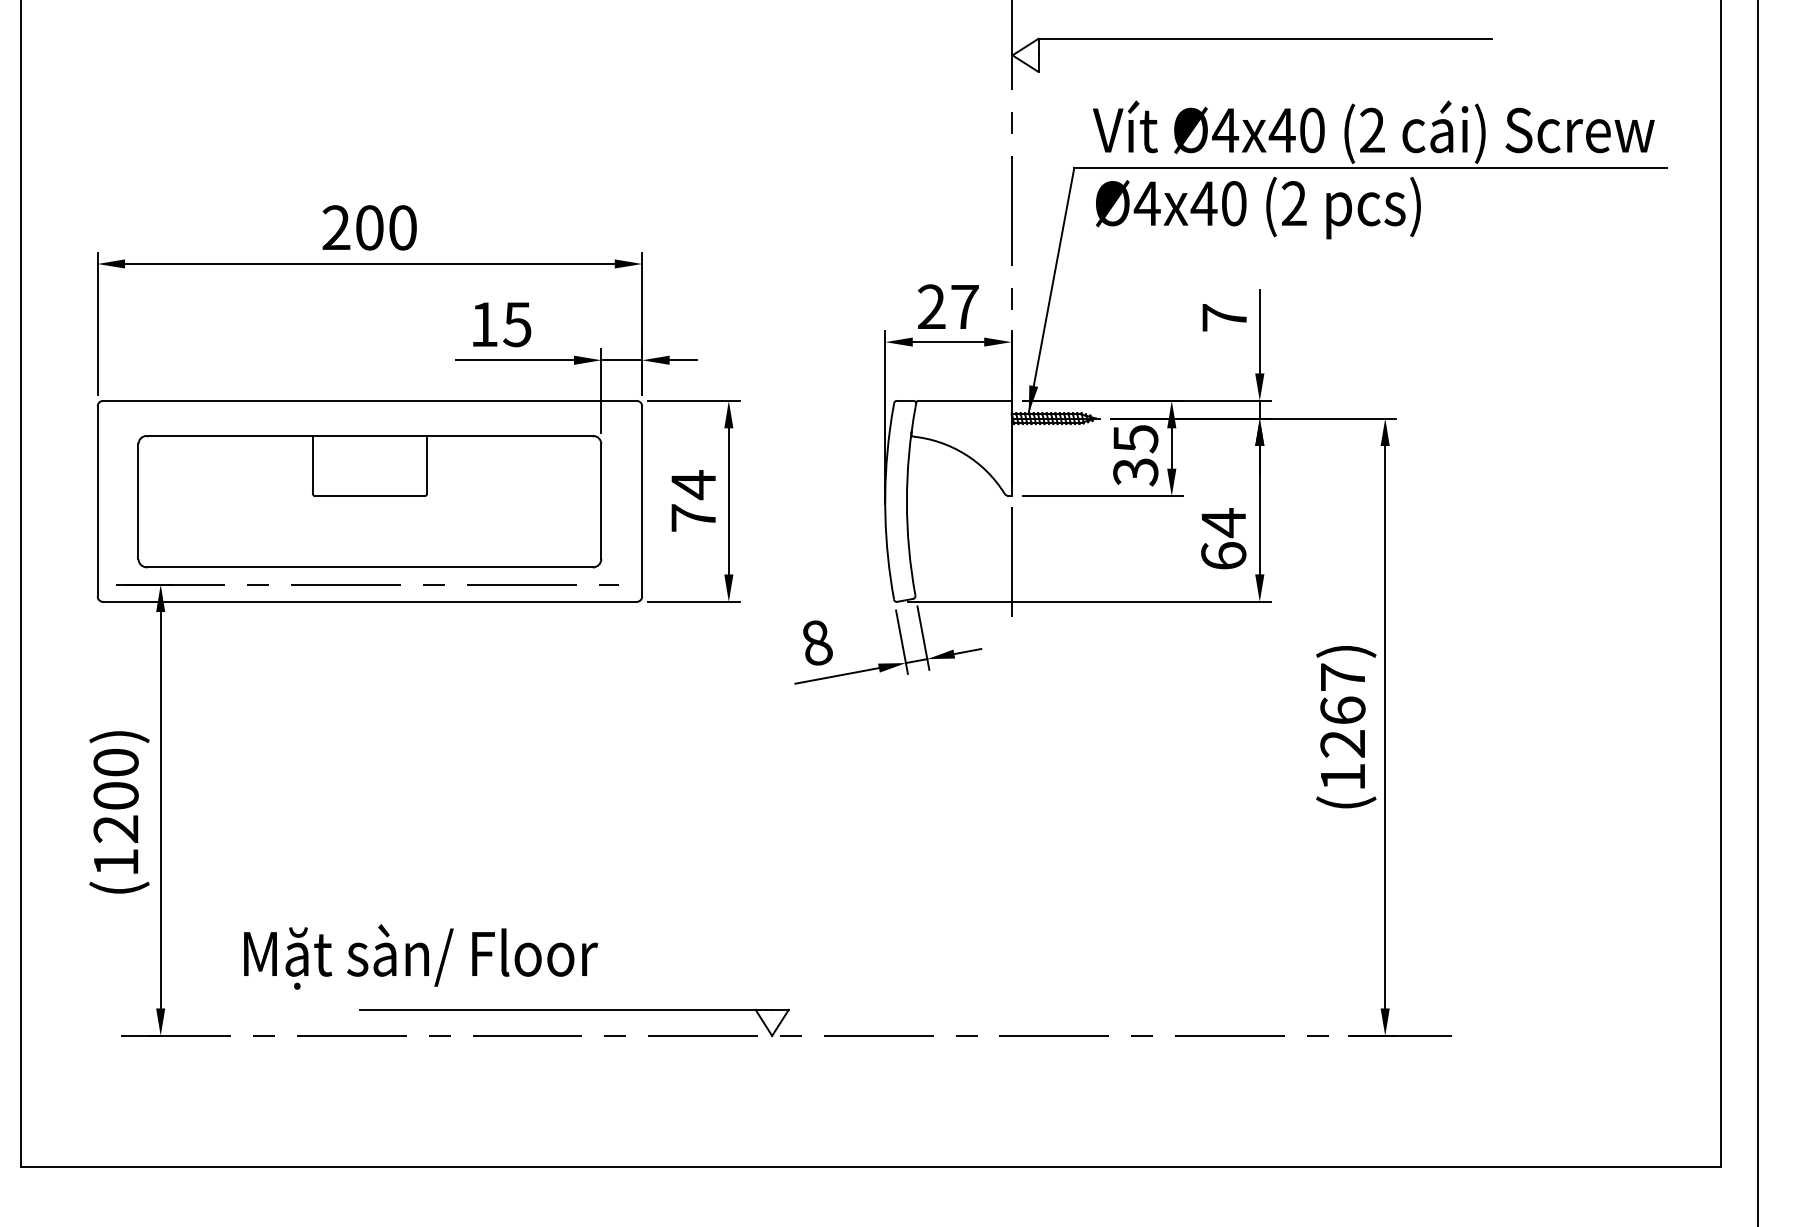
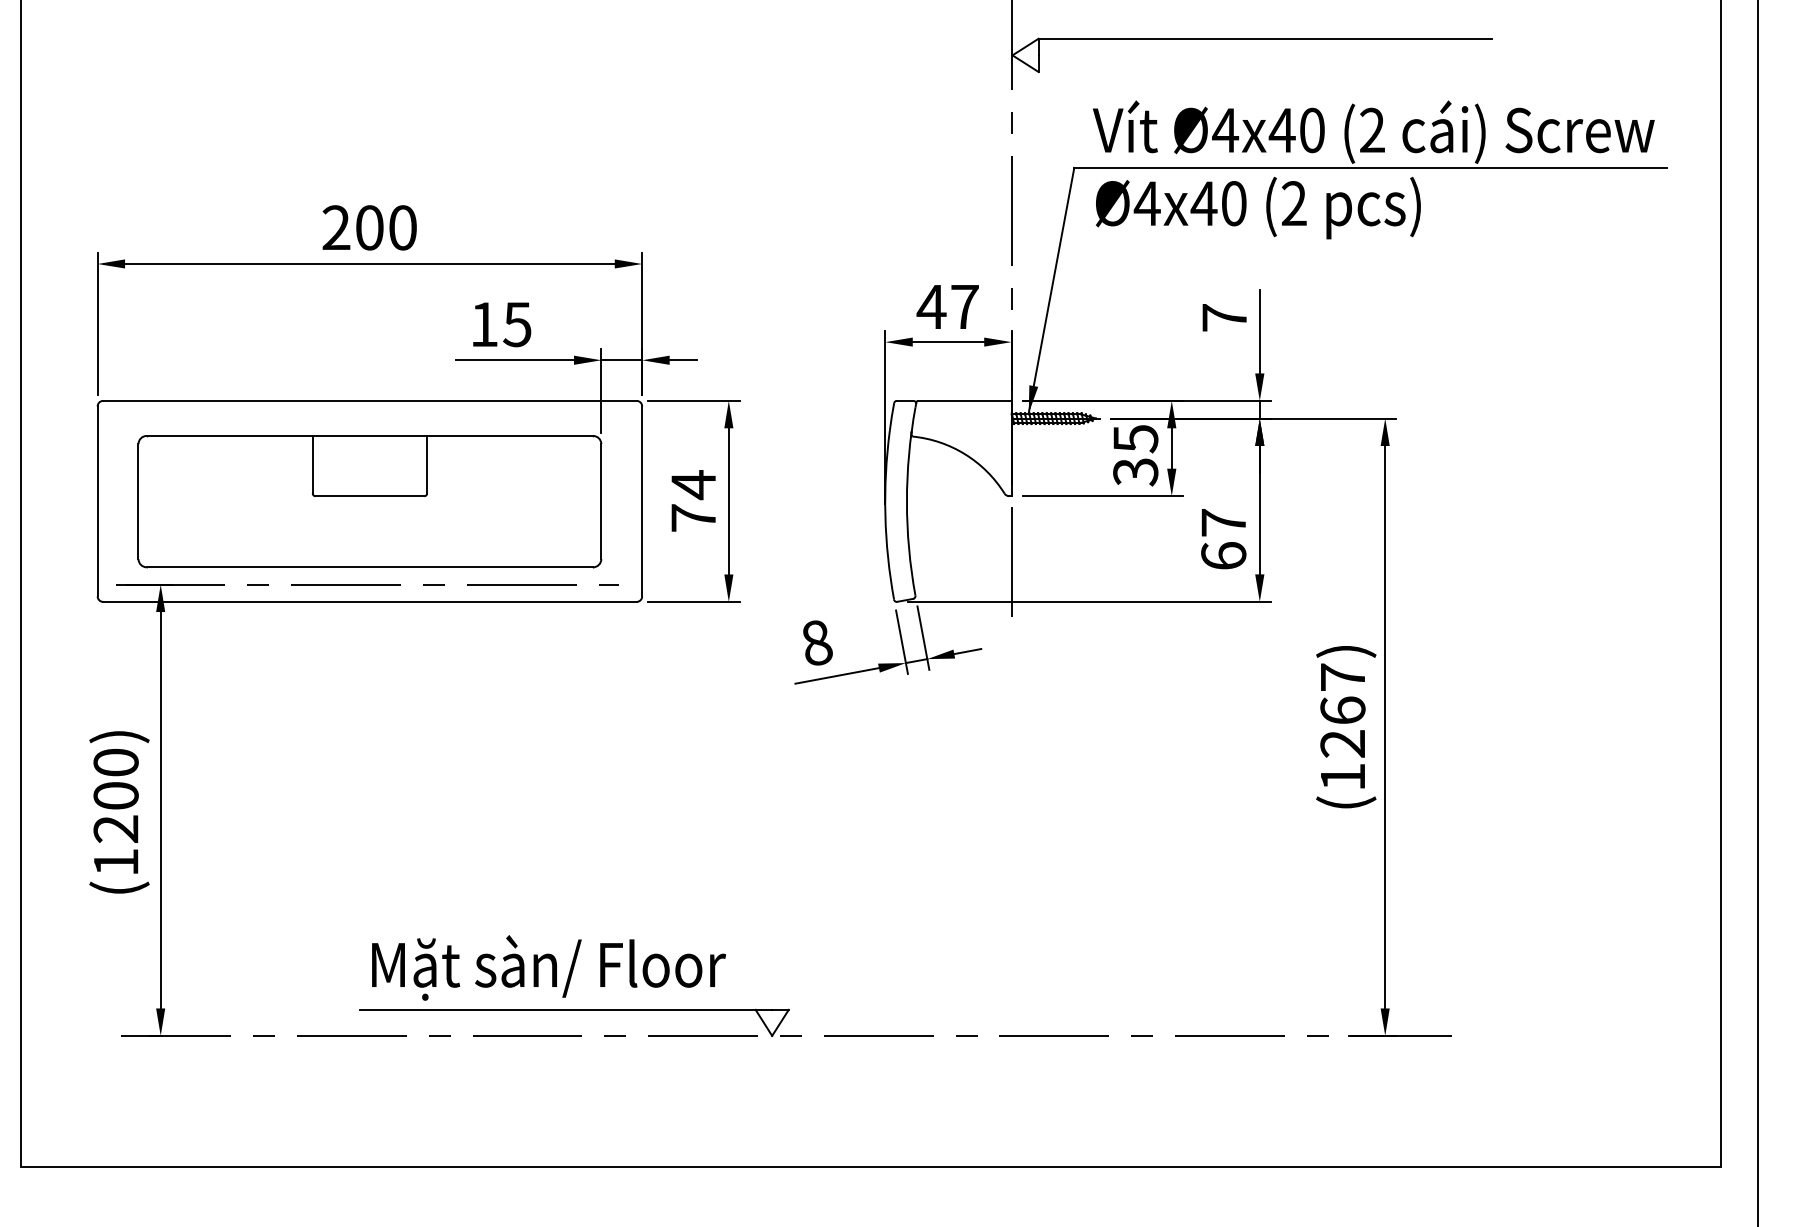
text at (931, 306): 27 -> 47
text at (1223, 523): 64 -> 67
text at (420, 956) position: (420, 956) -> (548, 967)
